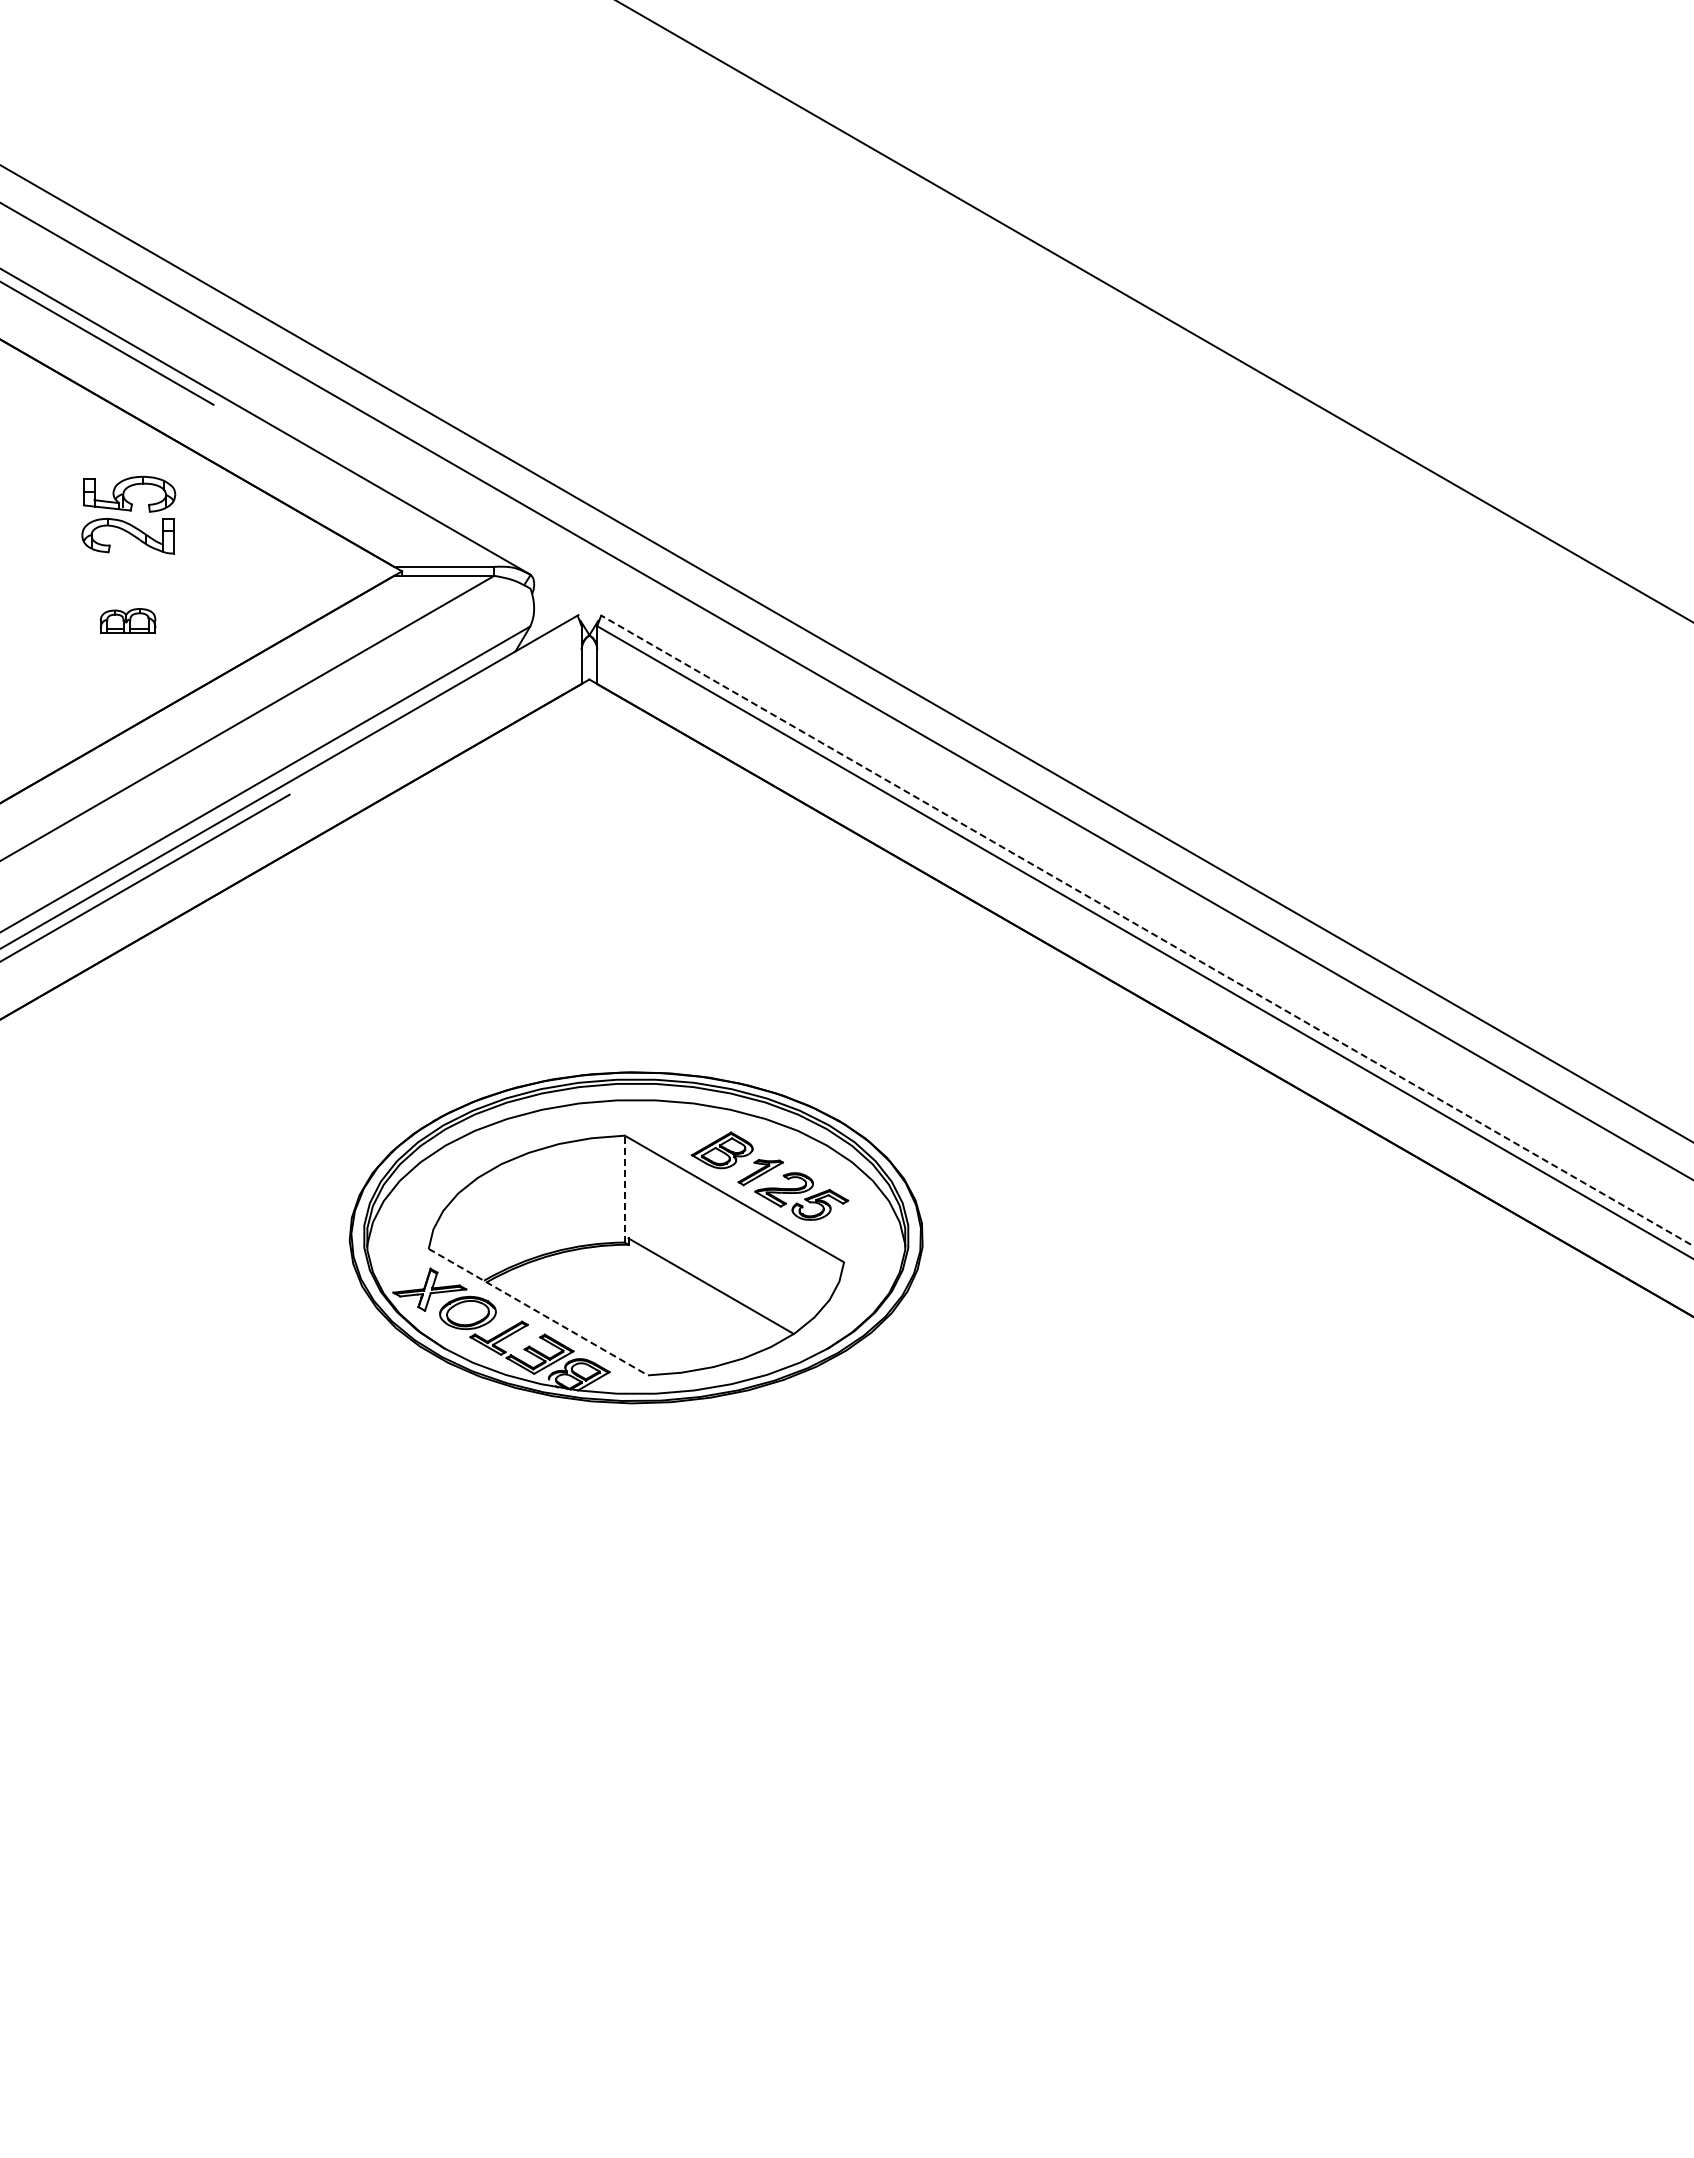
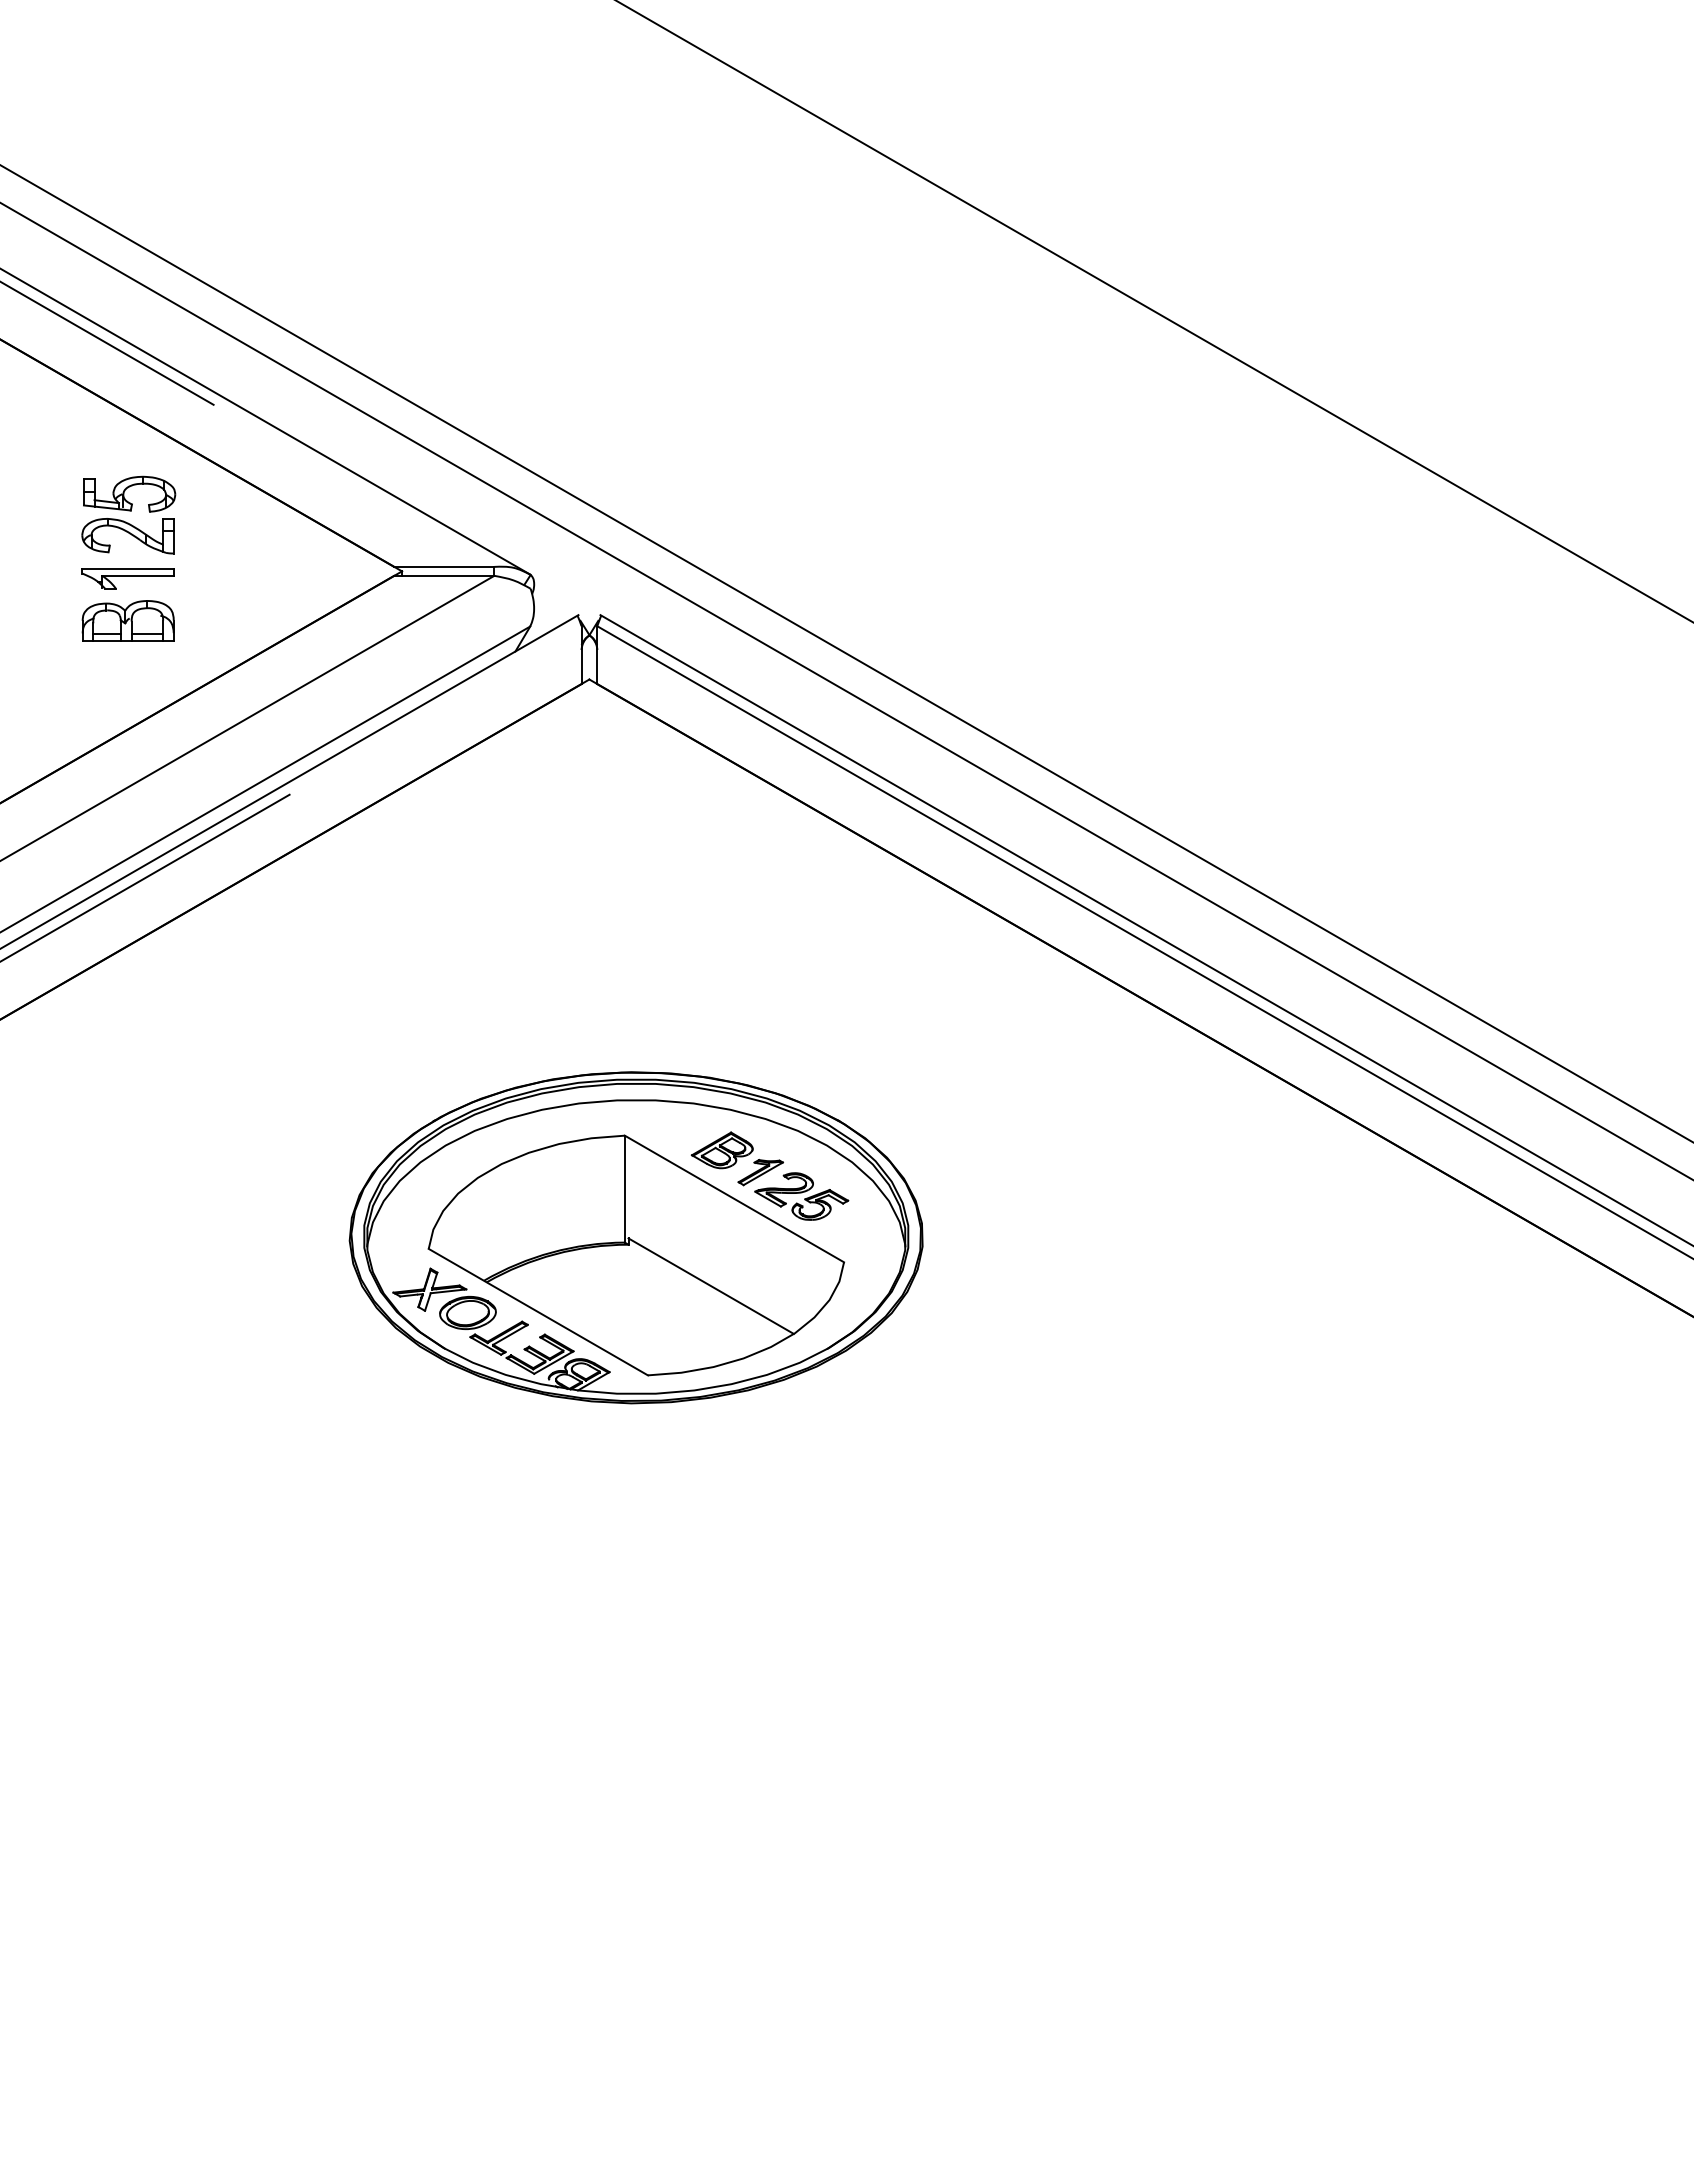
part at (127, 578): none -> present
part at (128, 620) size: 57x26 px -> 94x42 px
line at (1147, 930): dashed -> solid
line at (624, 1188): dashed -> solid
line at (538, 1312): dashed -> solid
